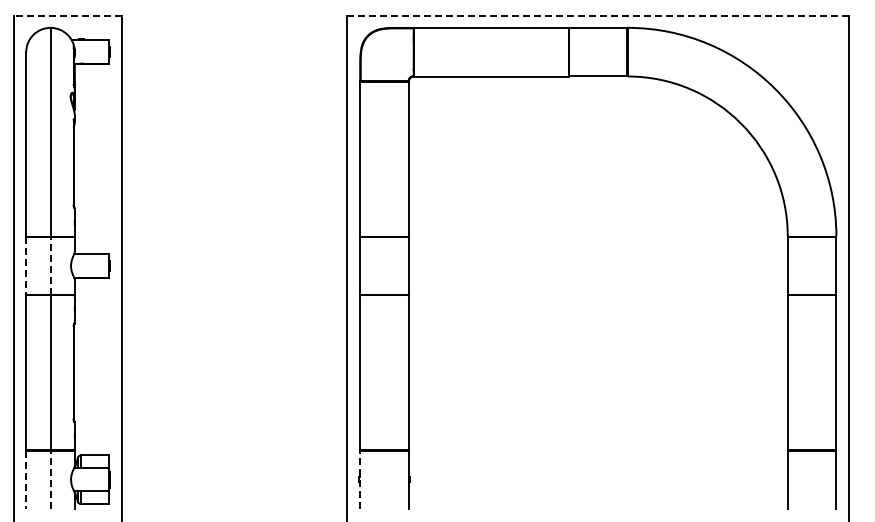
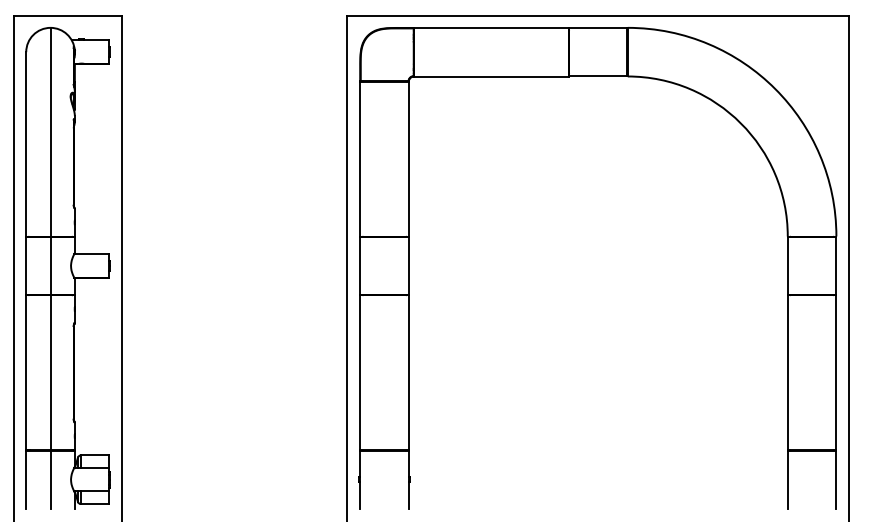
line at (67, 15): dashed -> solid
line at (597, 15): dashed -> solid
line at (50, 265): dashed -> solid
line at (26, 266): dashed -> solid
line at (50, 479): dashed -> solid
line at (360, 479): dashed -> solid
line at (26, 480): dashed -> solid
